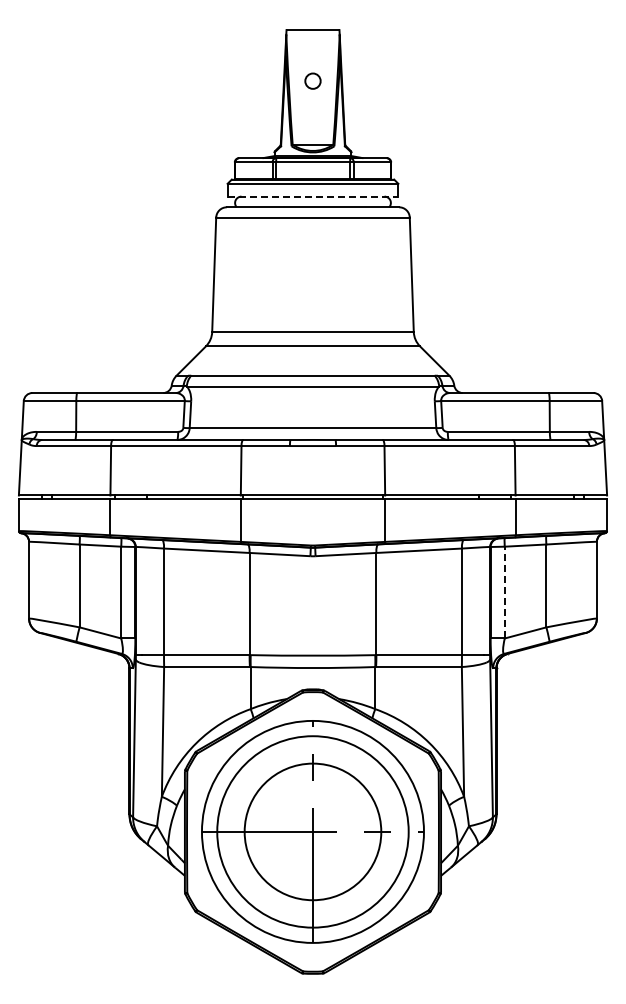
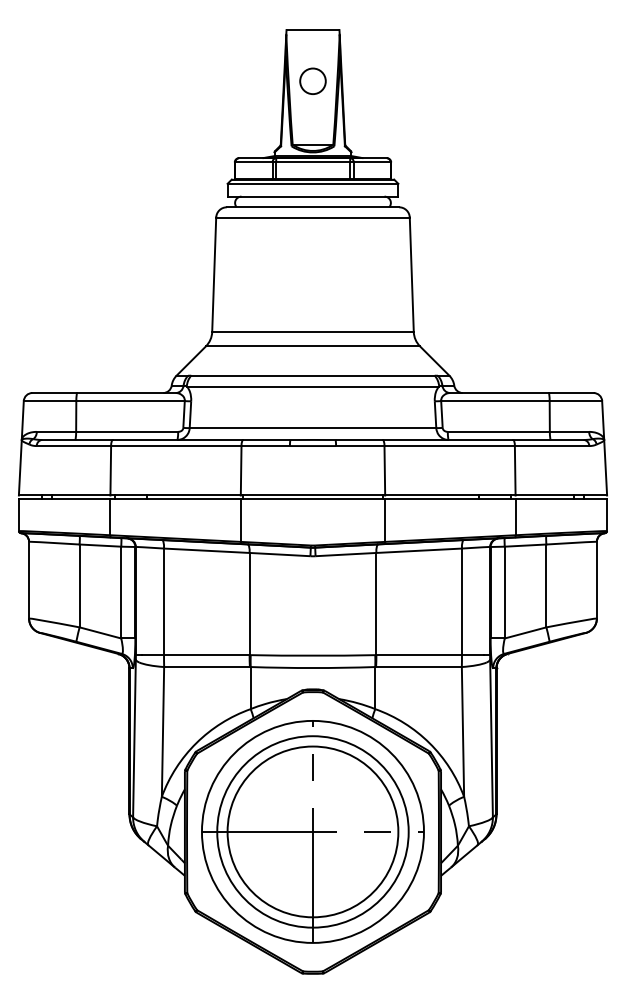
circle at (312, 80) size: 18x18 px -> 28x28 px
line at (313, 196): dashed -> solid
line at (504, 592): dashed -> solid
circle at (312, 831) diameter: 137 px -> 171 px
